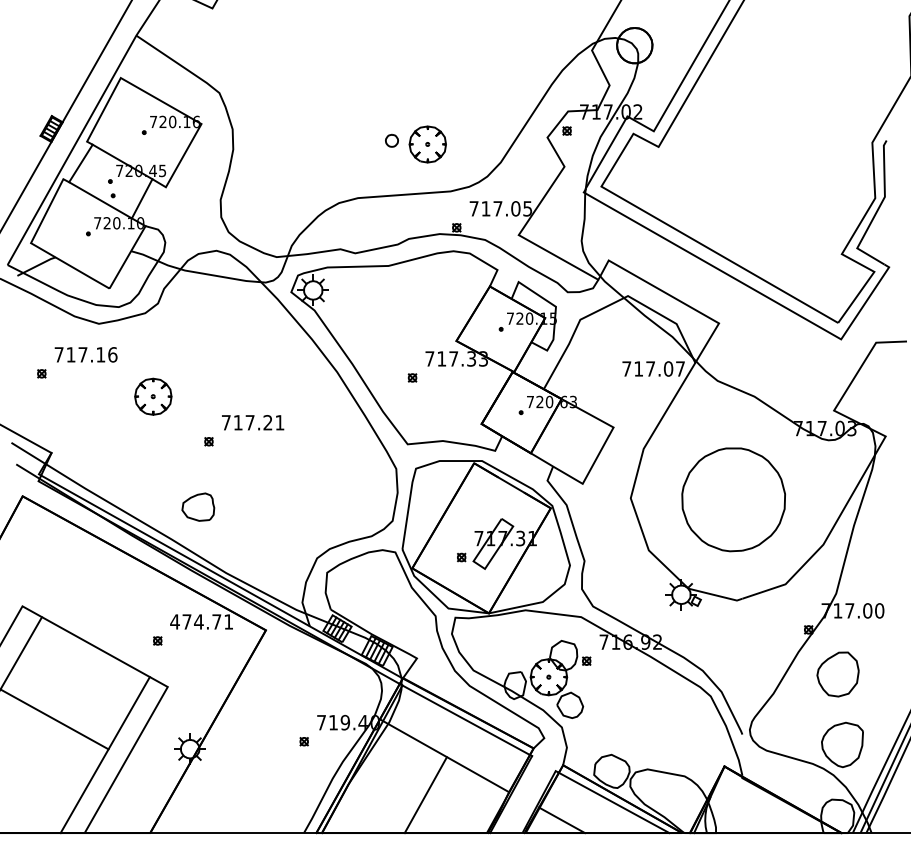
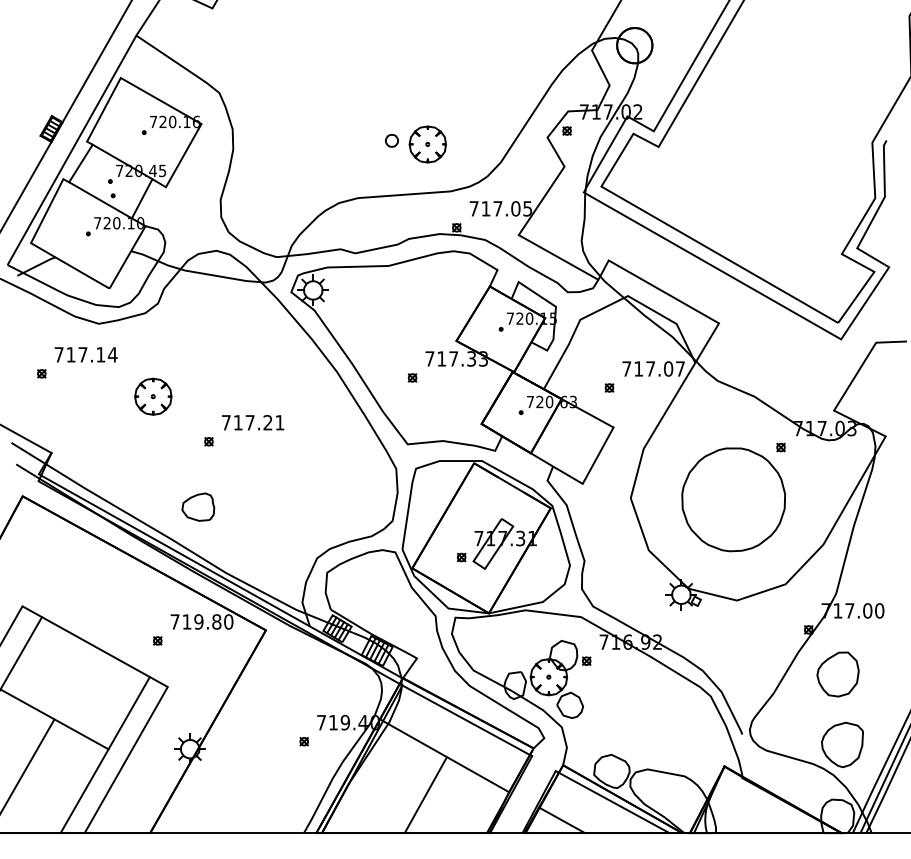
text at (112, 354): 717.16 -> 717.14
part at (609, 387): none -> present
part at (780, 447): none -> present
text at (201, 621): 474.71 -> 719.80
line at (28, 764): none -> present
